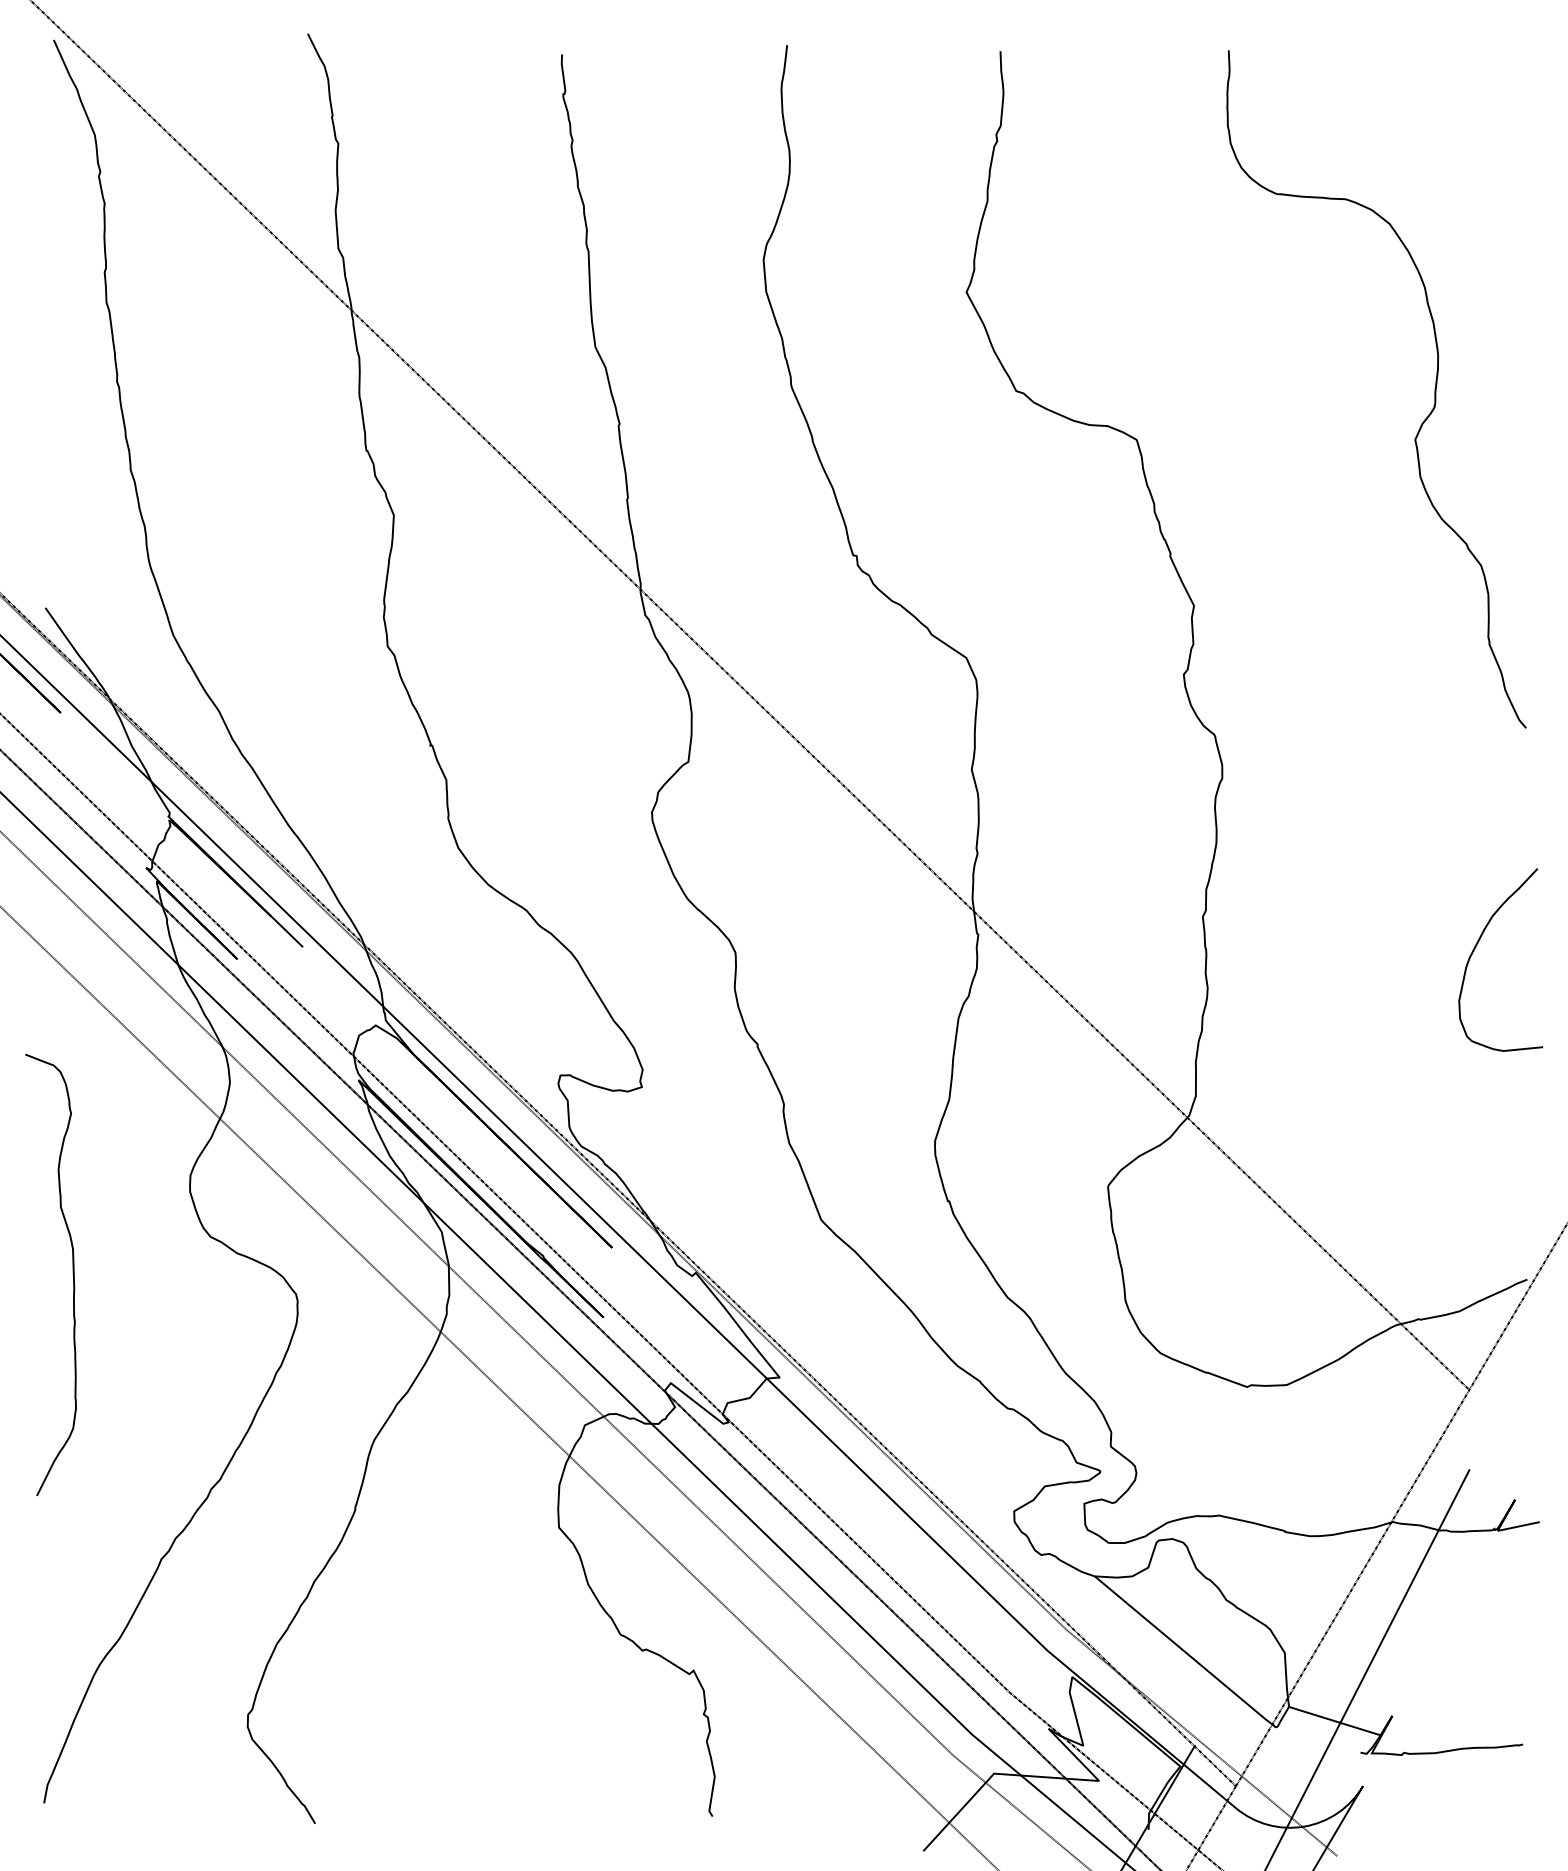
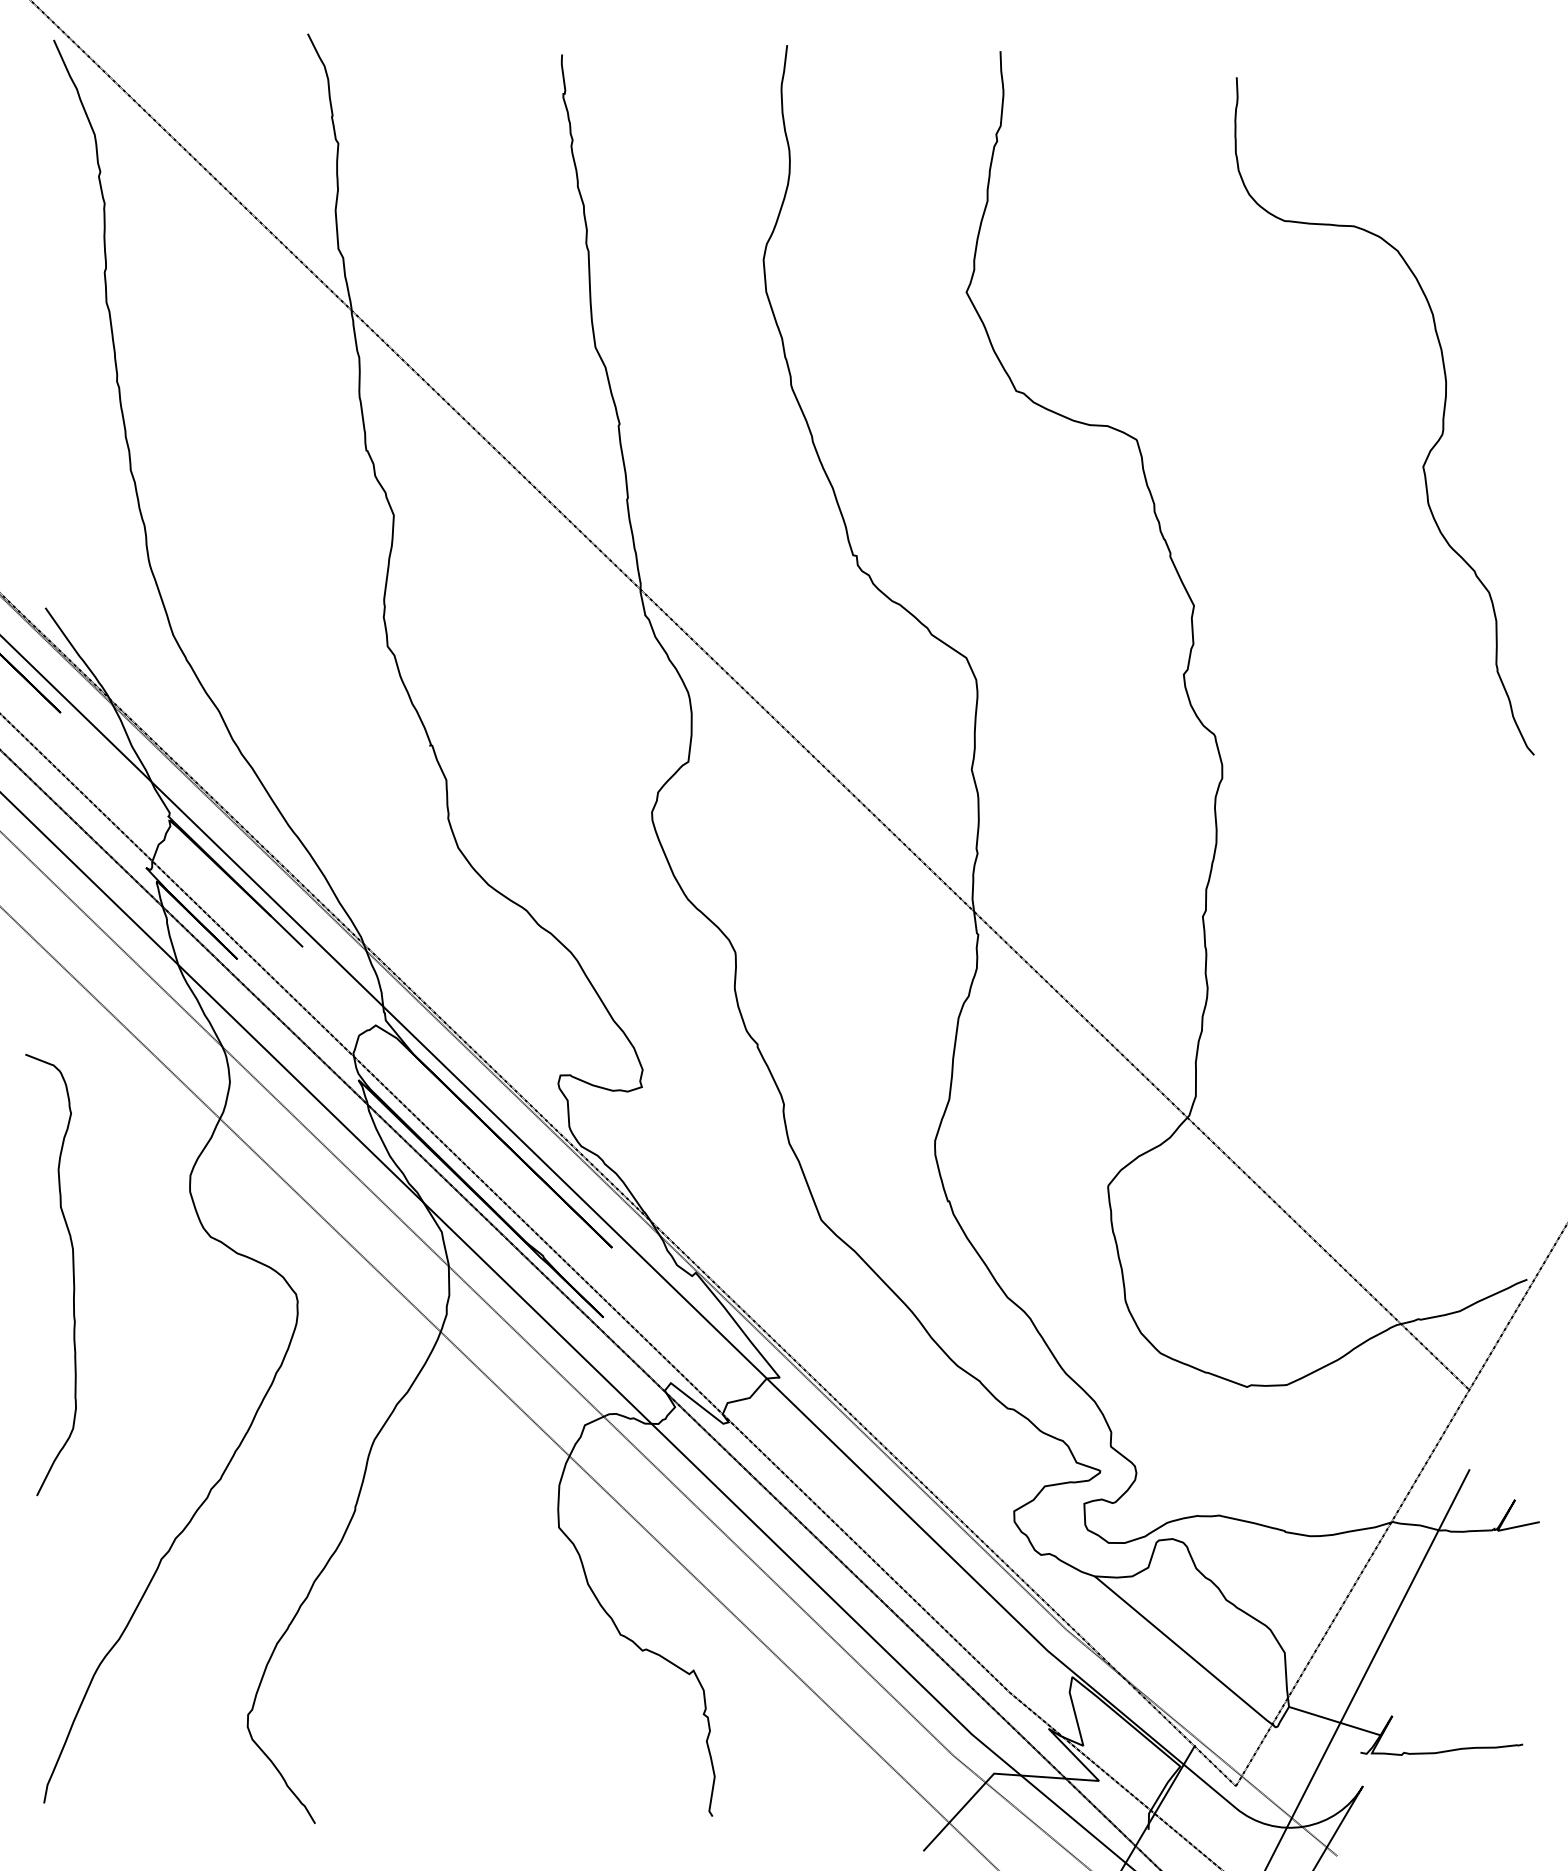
curve at (1421, 423) position: (1421, 423) -> (1429, 450)
curve at (1476, 947): present -> none
line at (1211, 1826): present -> none
